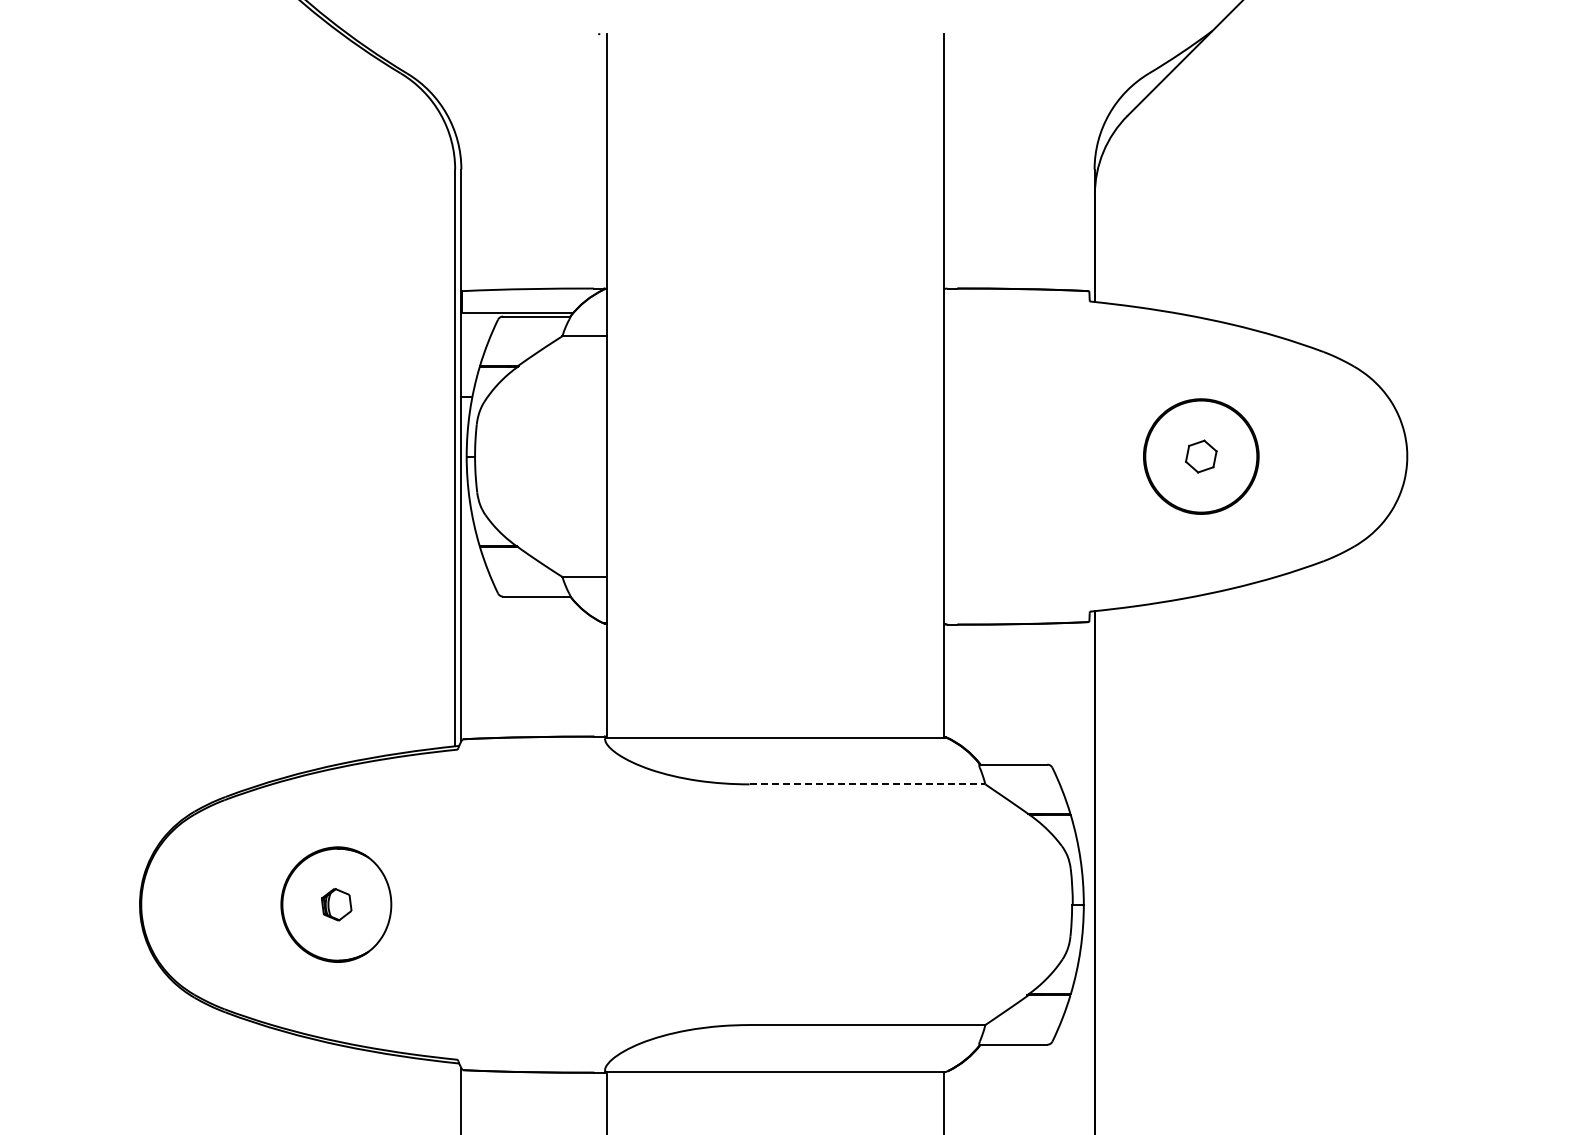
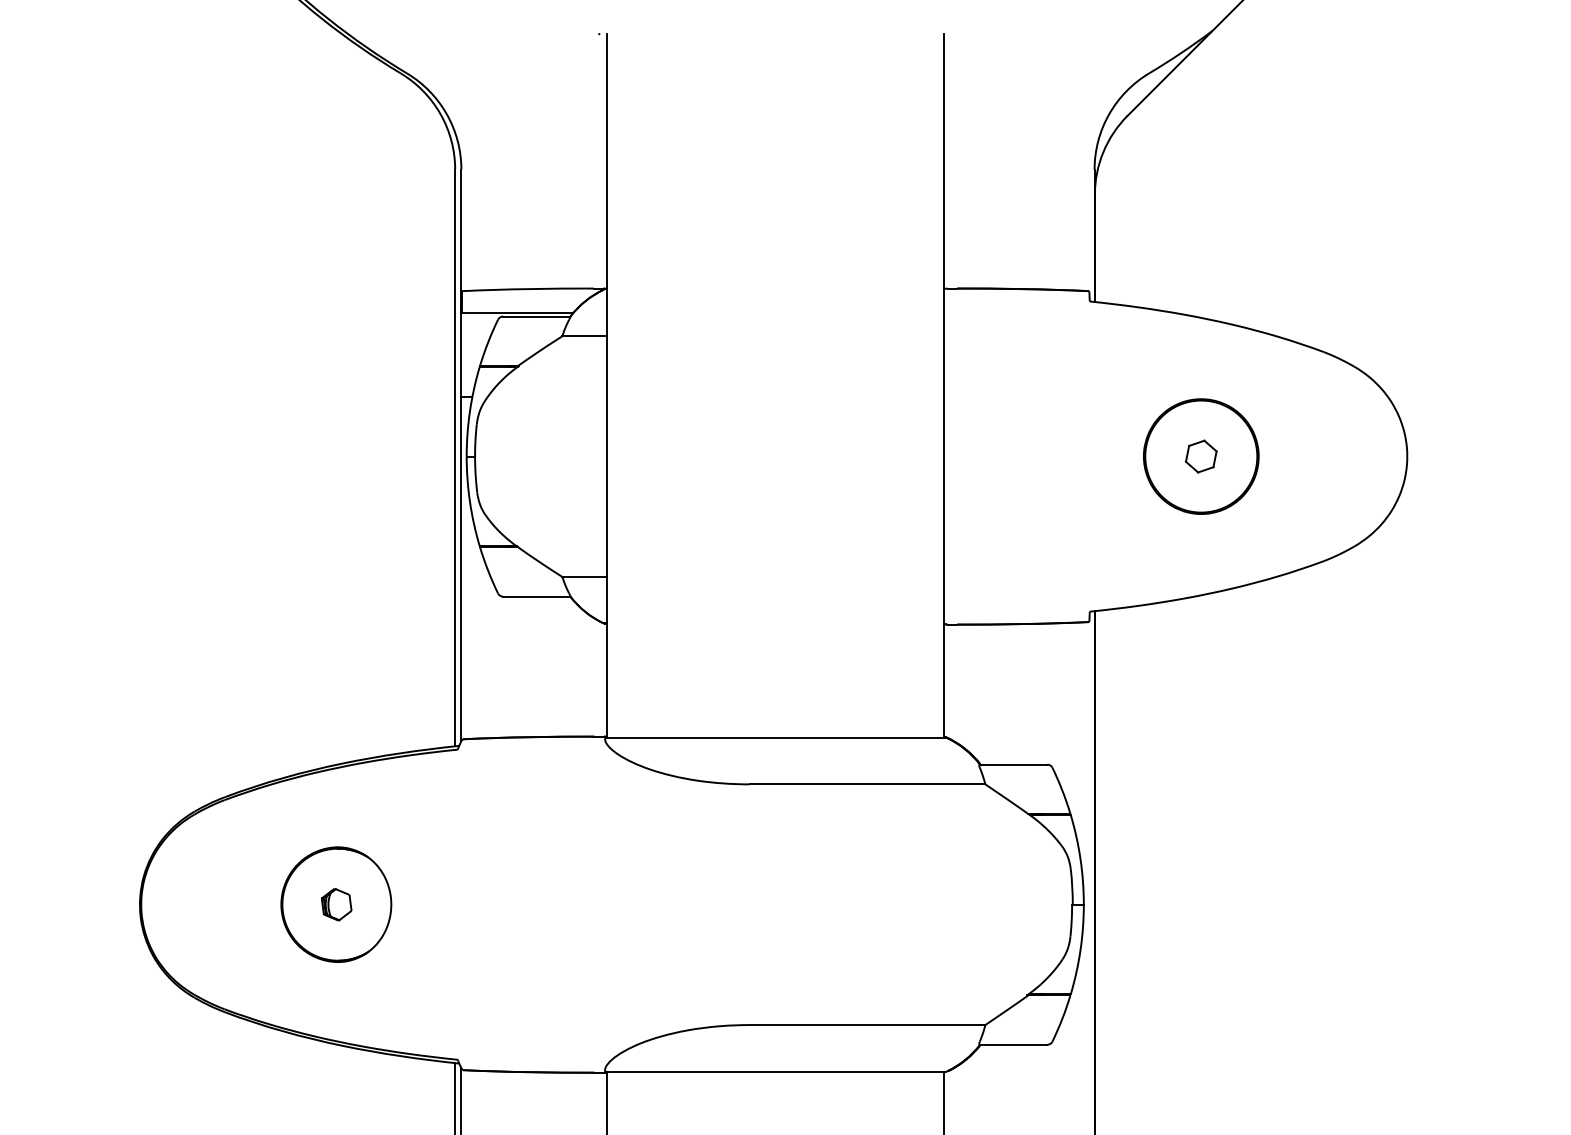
line at (867, 784): dashed -> solid
line at (455, 1097): none -> present
